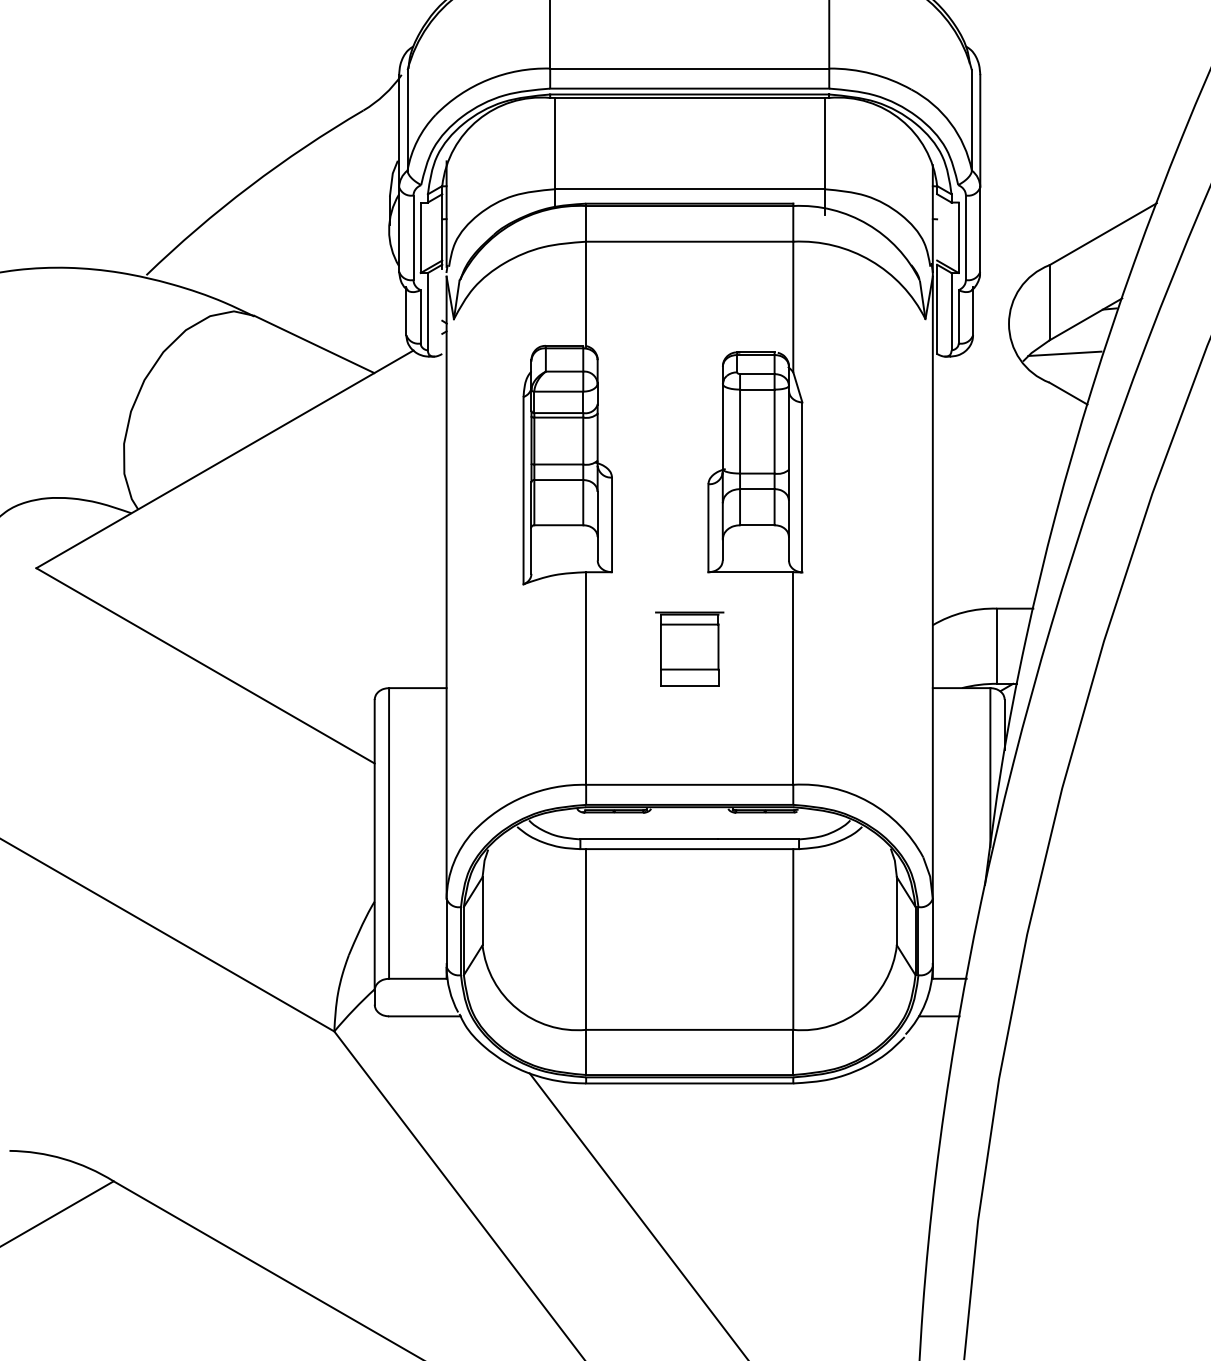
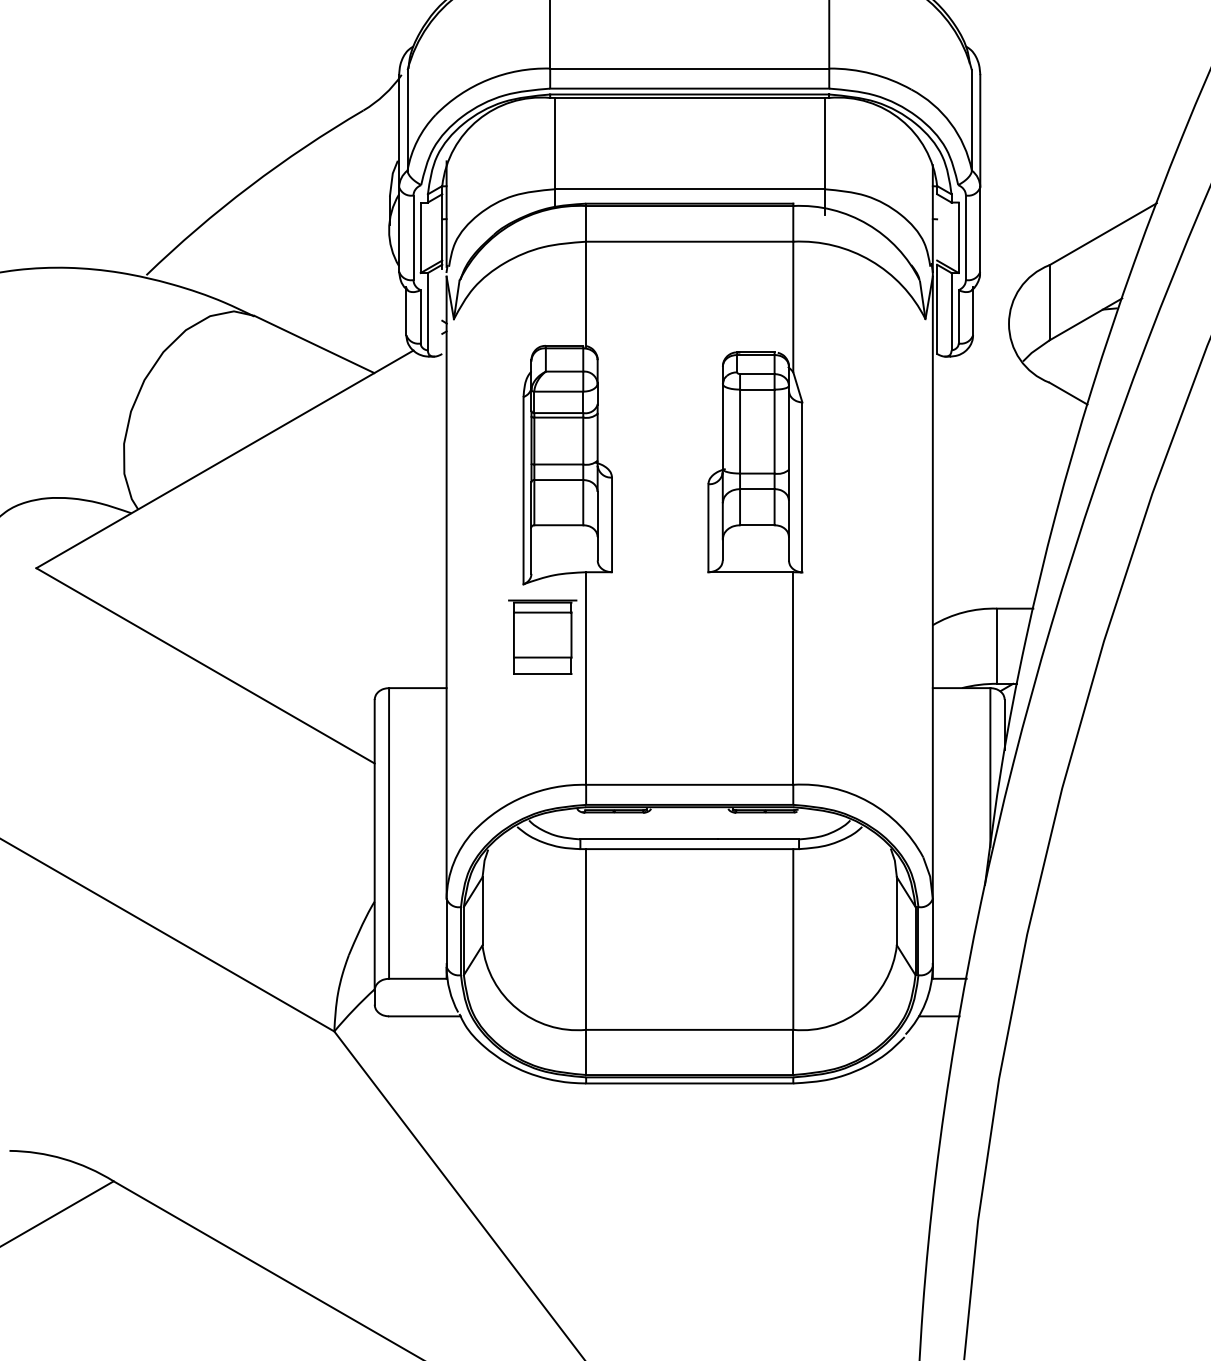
line at (1064, 353): present -> none
part at (689, 648) position: (689, 648) -> (542, 636)
line at (637, 1215): present -> none
